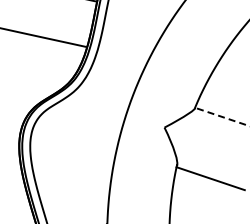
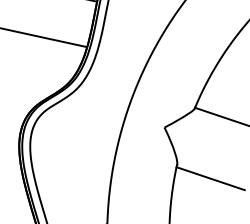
line at (222, 116): dashed -> solid
